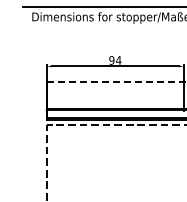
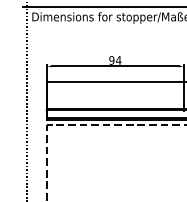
line at (116, 81): dashed -> solid
line at (26, 100): none -> present
